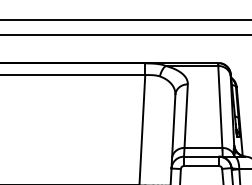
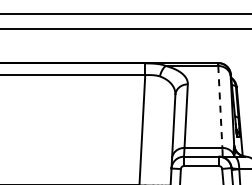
line at (125, 20) position: (125, 20) -> (125, 14)
line at (125, 34) position: (125, 34) -> (125, 28)
line at (220, 107): solid -> dashed
